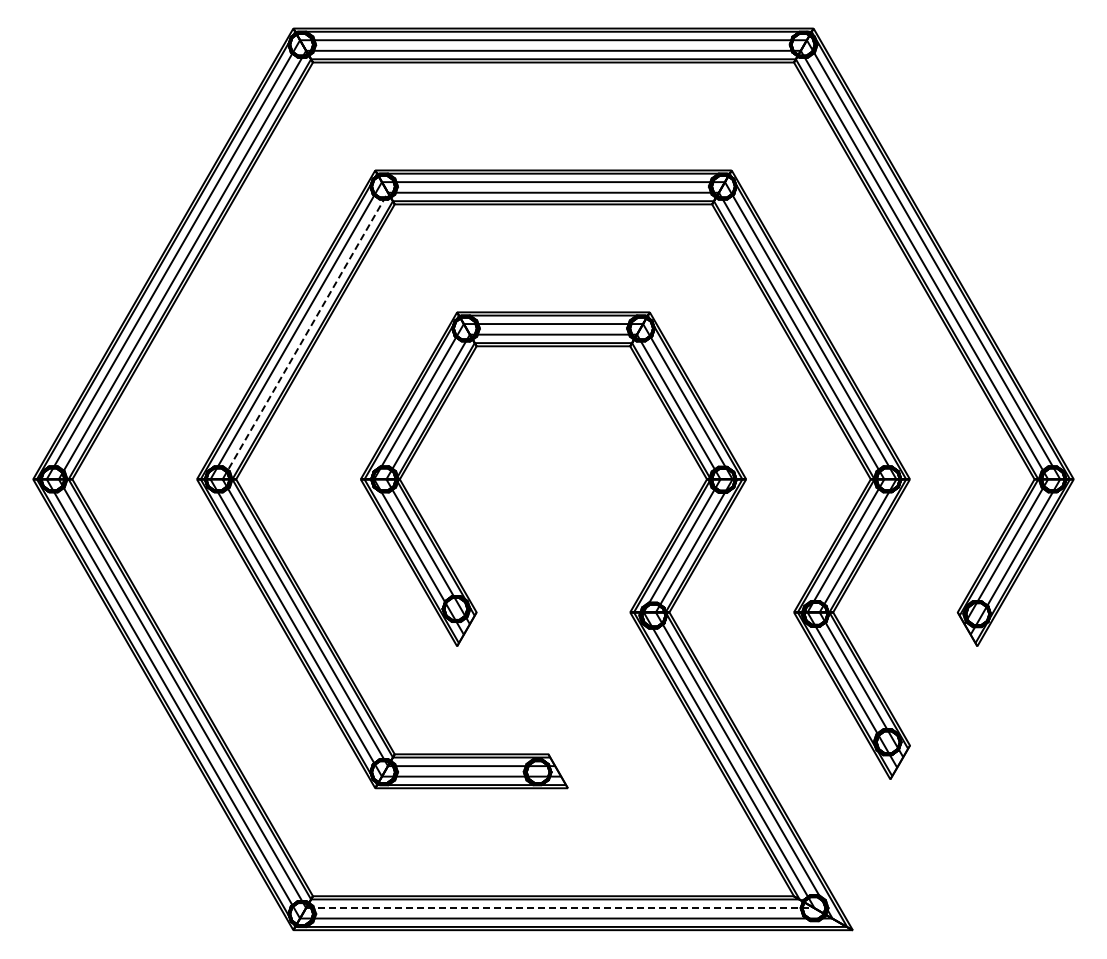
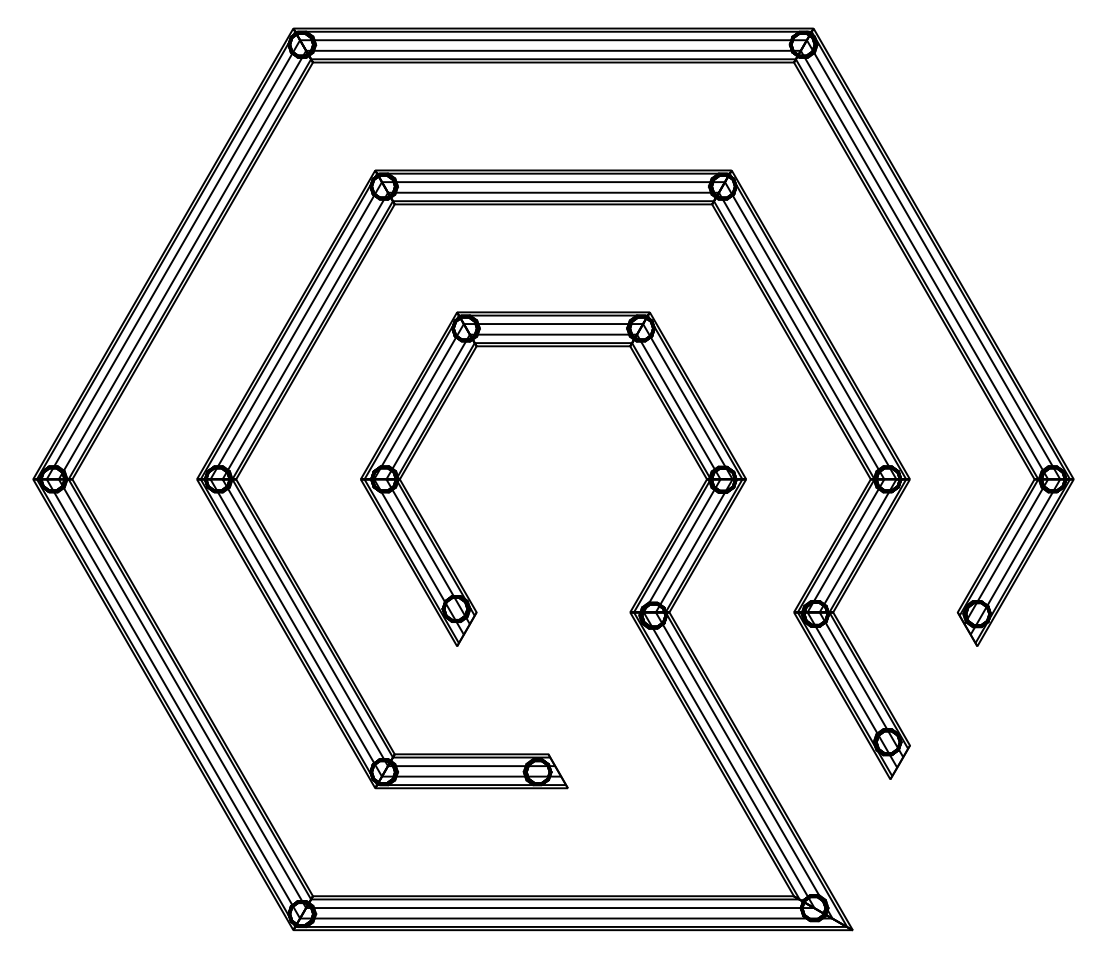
line at (305, 335): dashed -> solid
line at (563, 908): dashed -> solid
